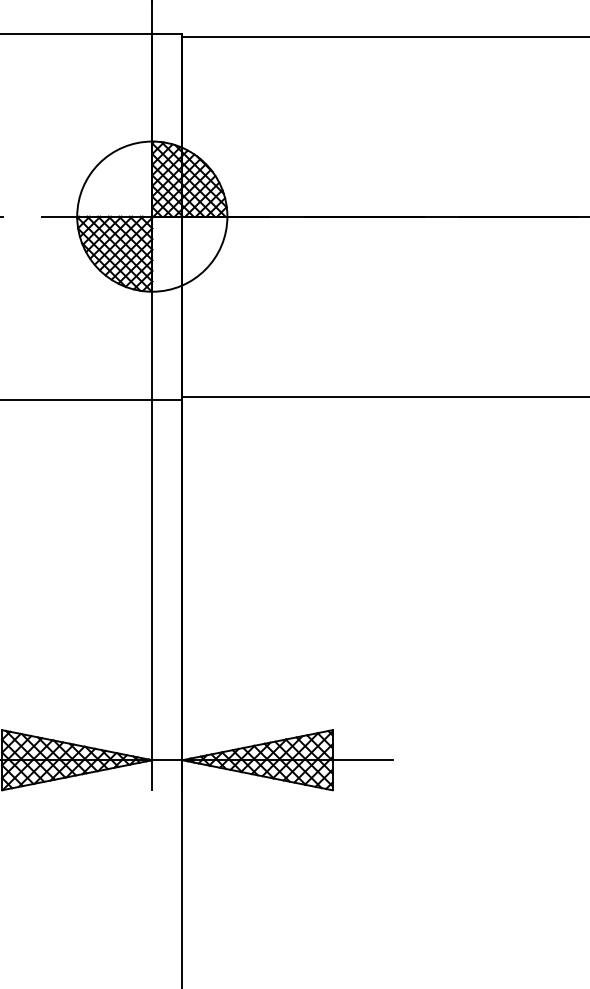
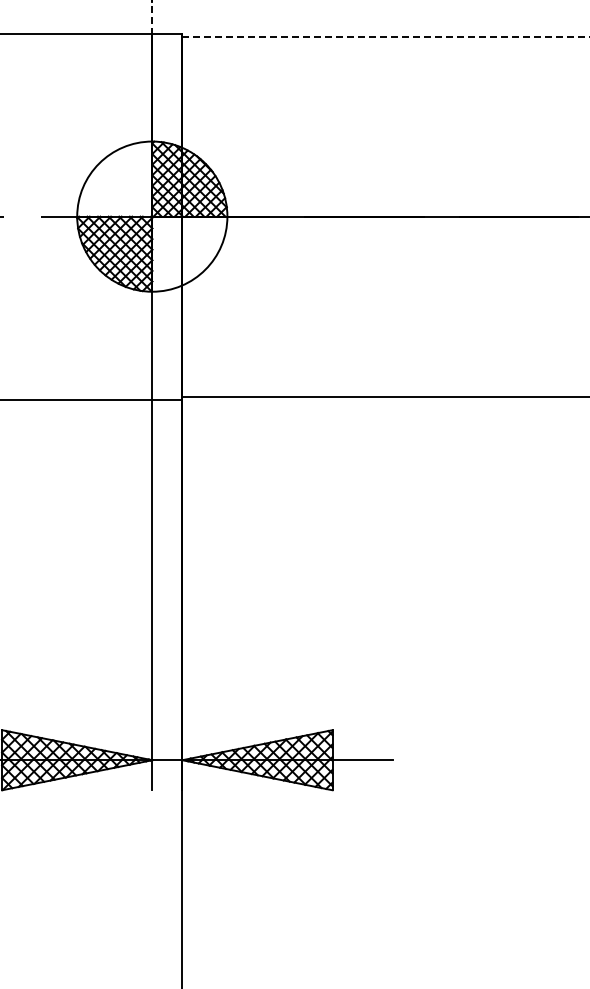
line at (152, 17): solid -> dashed
line at (386, 36): solid -> dashed
